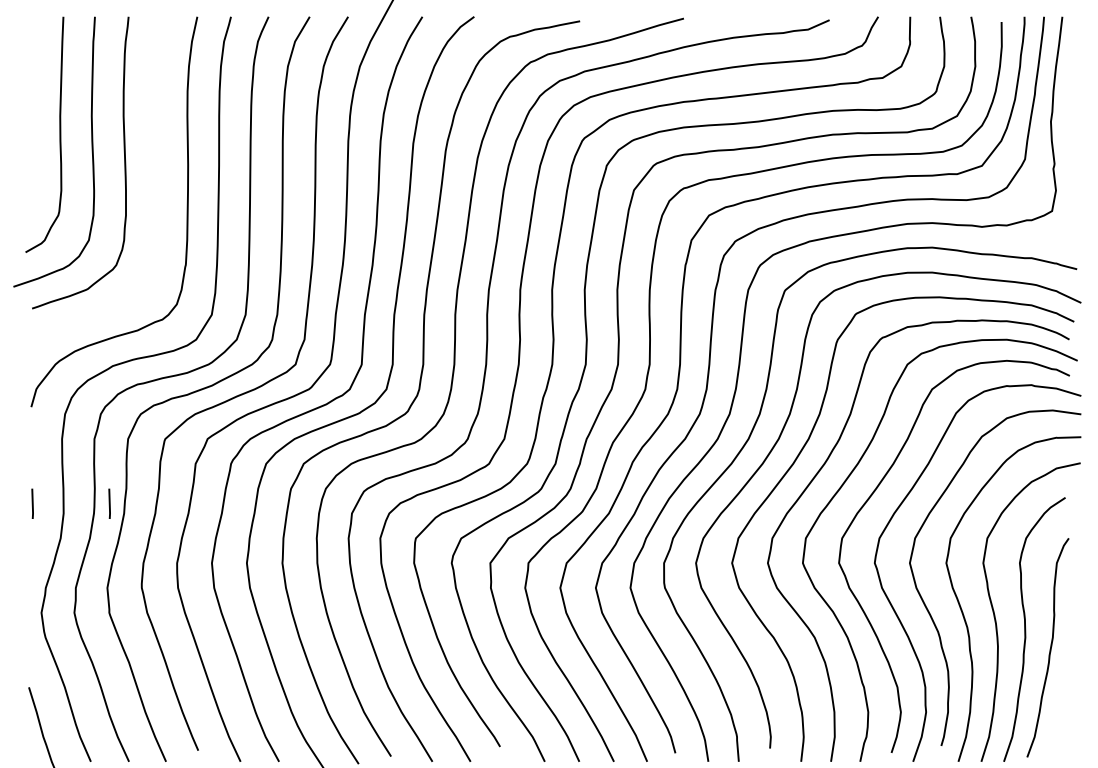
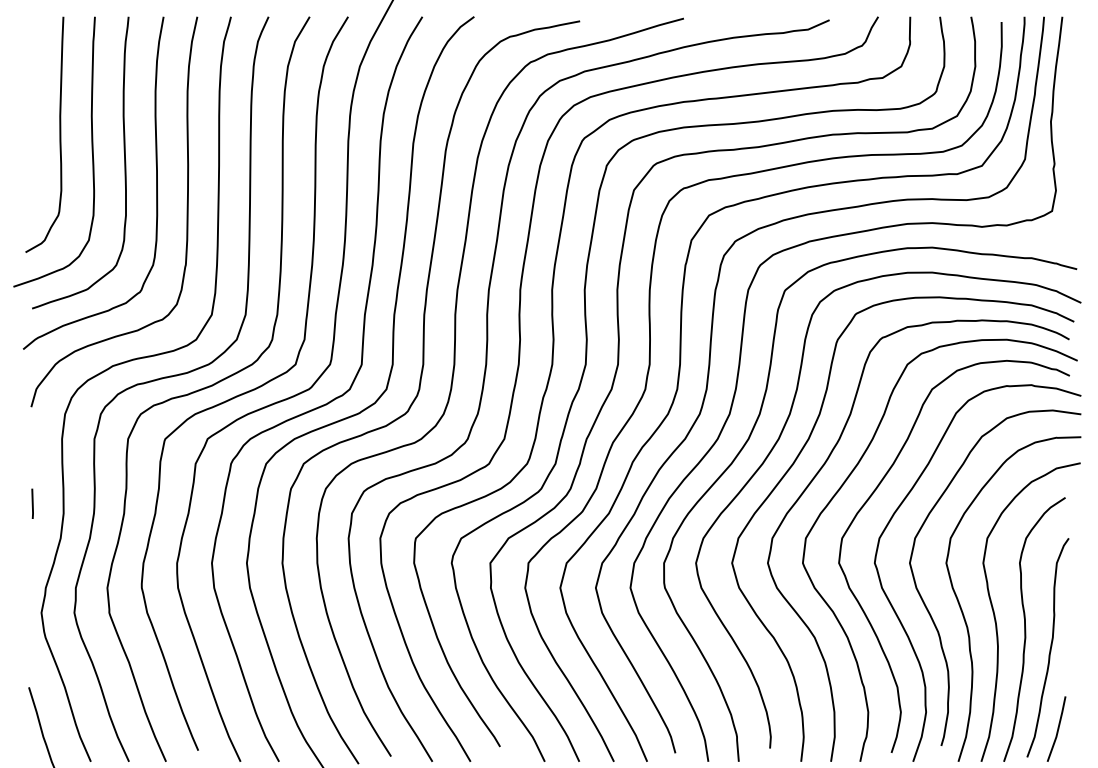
curve at (156, 182): none -> present
line at (109, 503): present -> none
line at (1057, 728): none -> present
